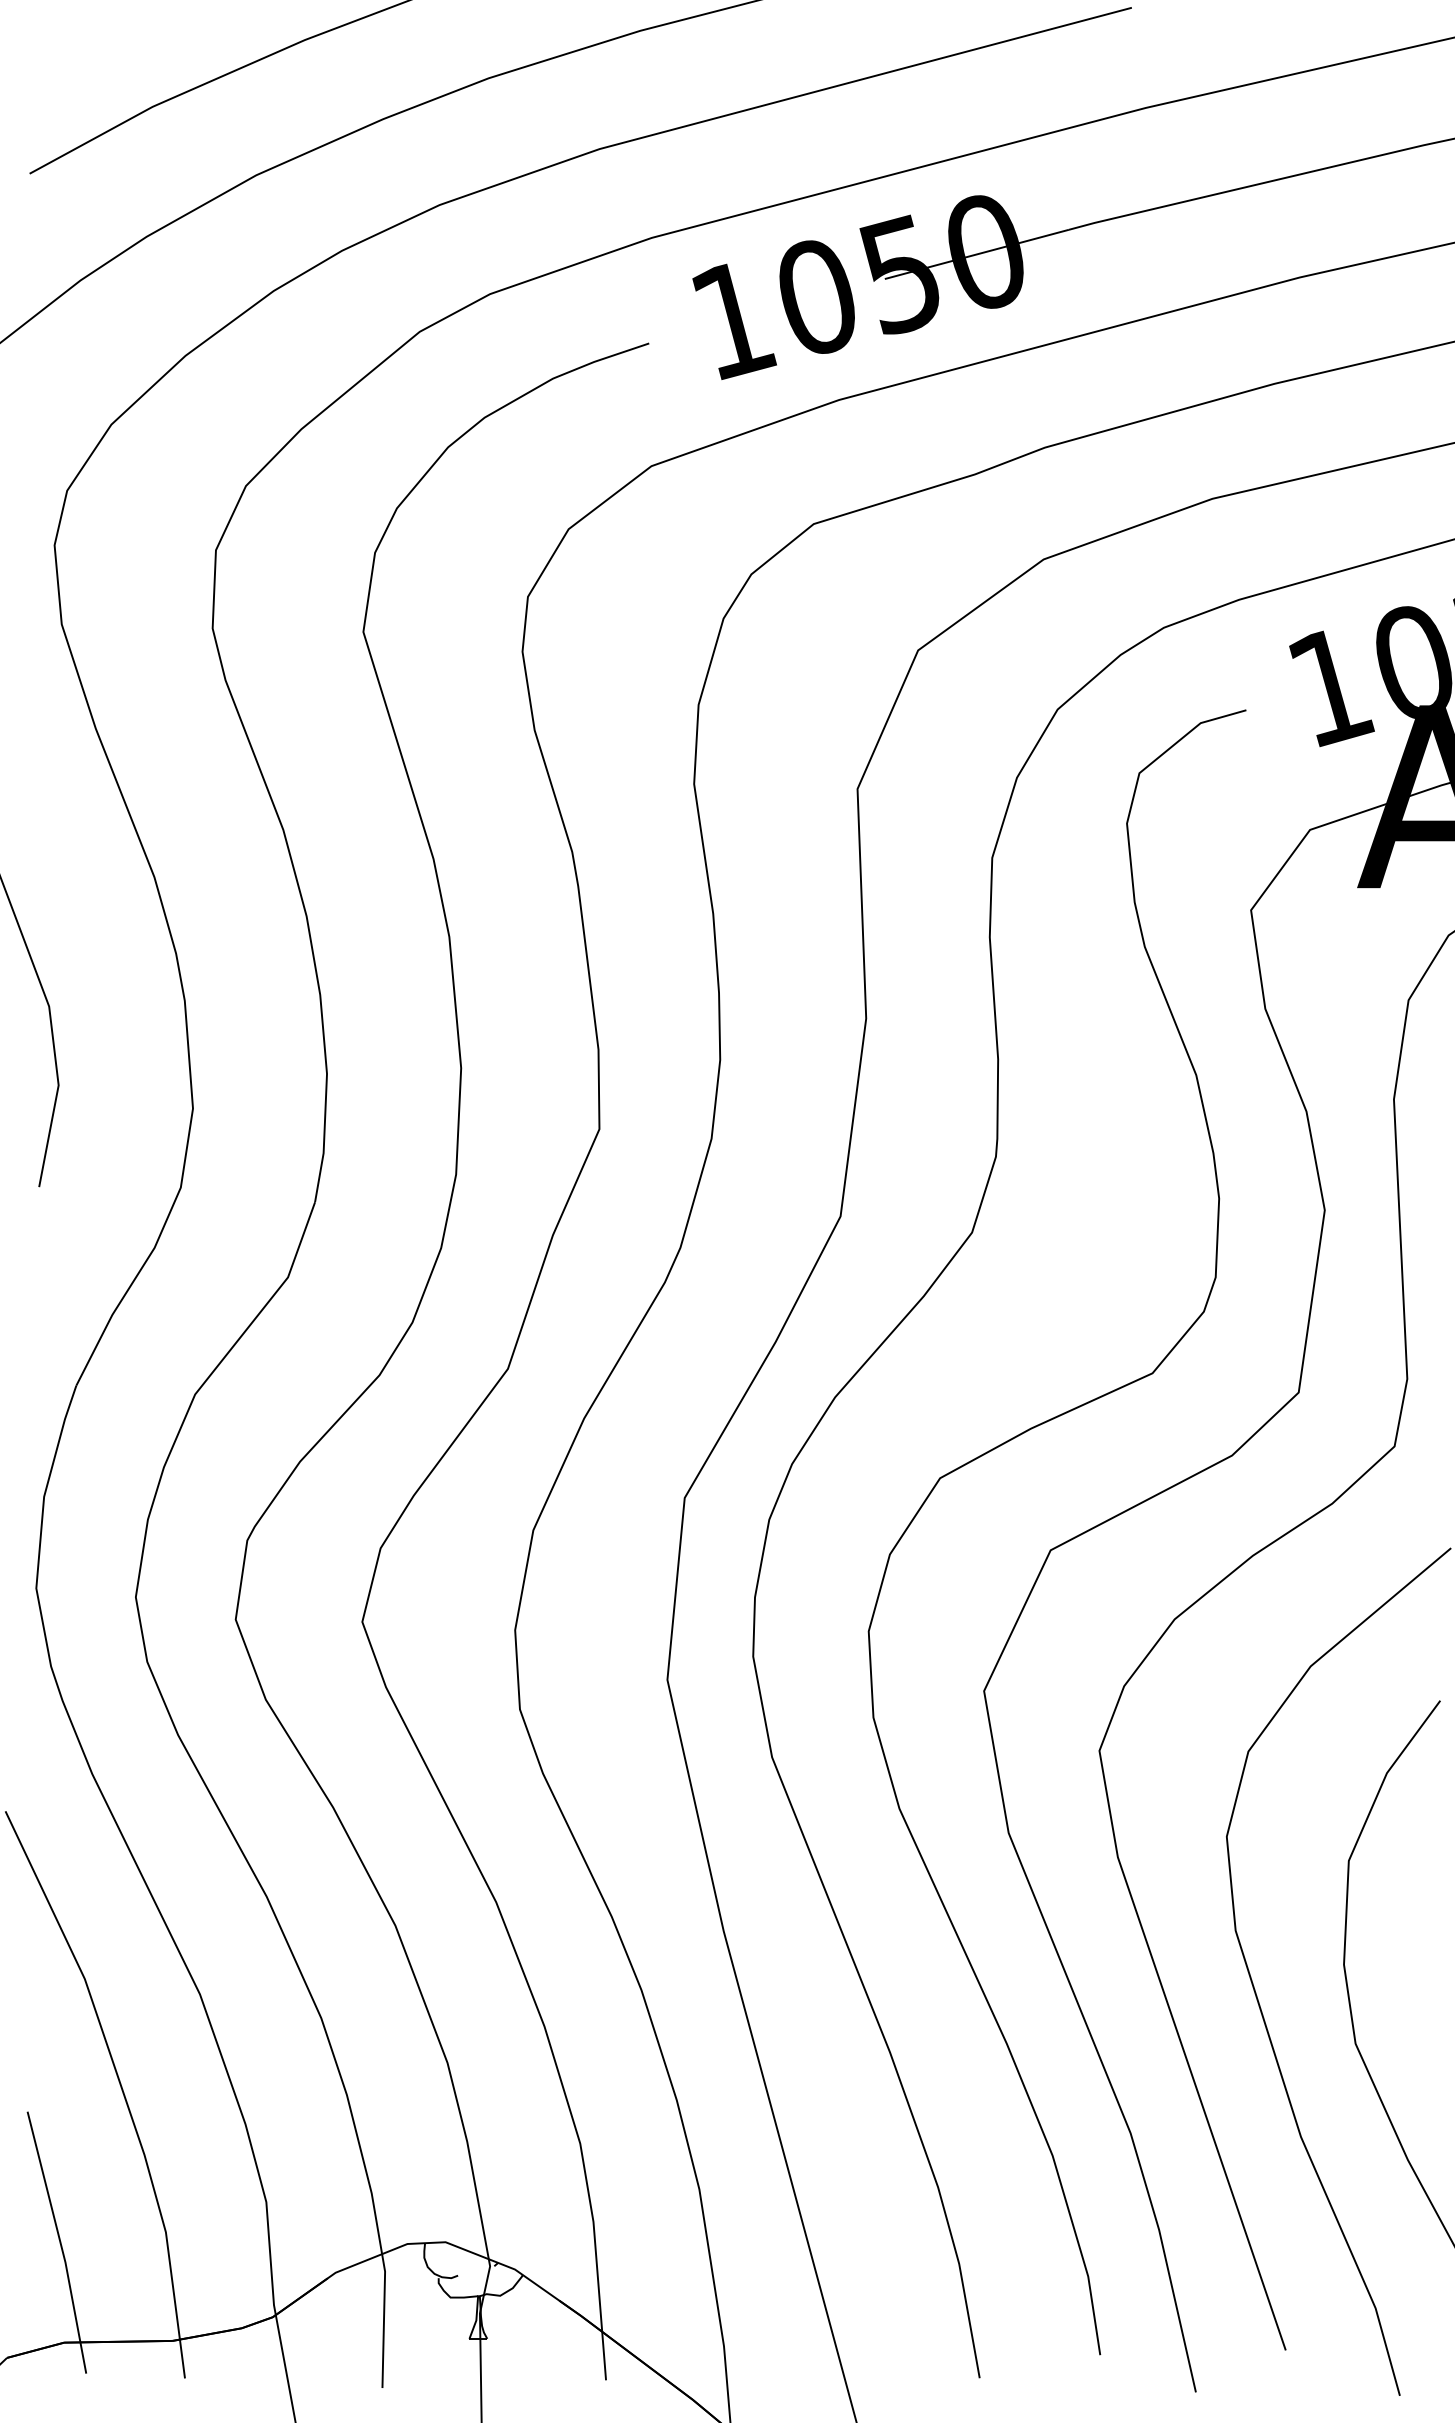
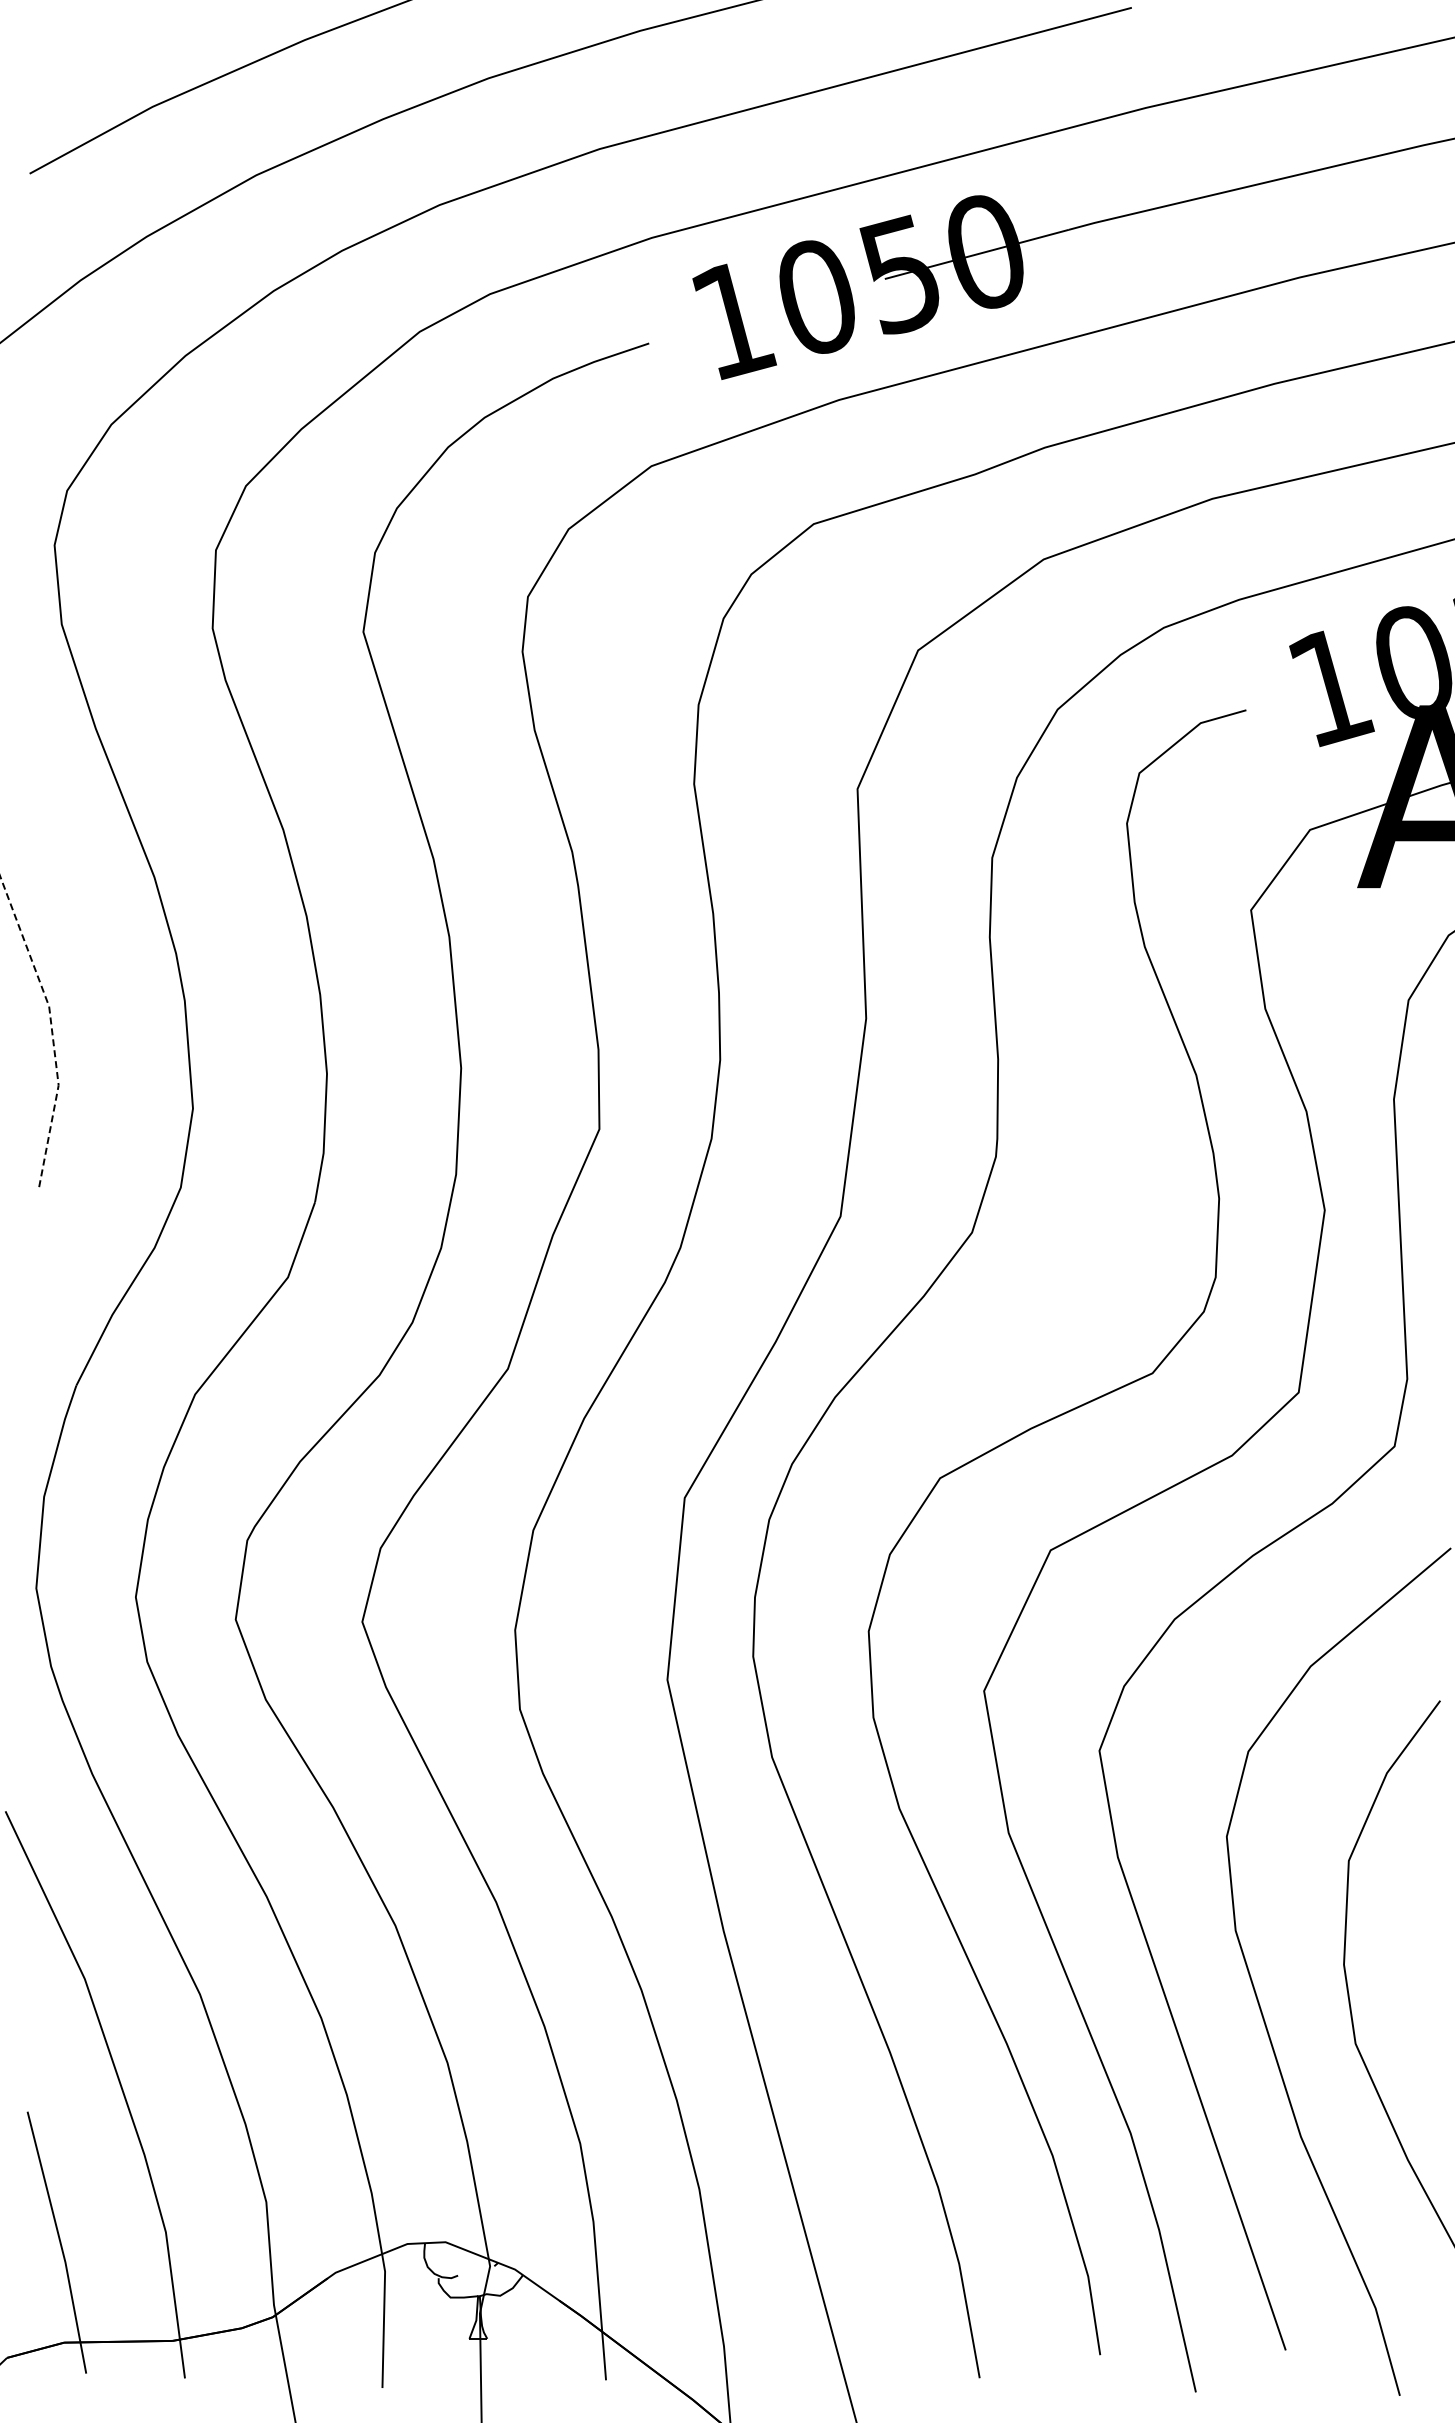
line at (51, 1028): solid -> dashed
